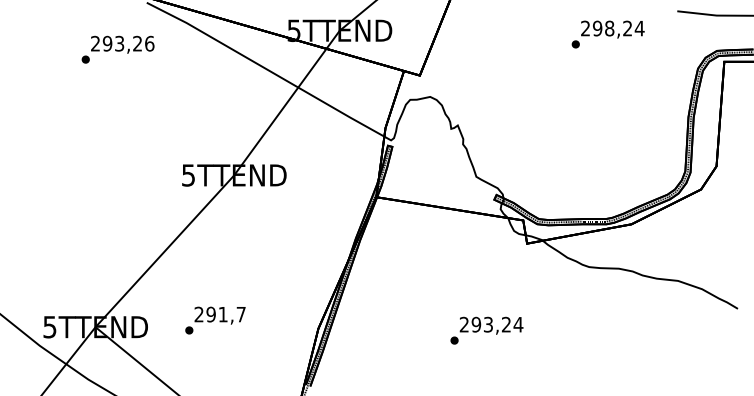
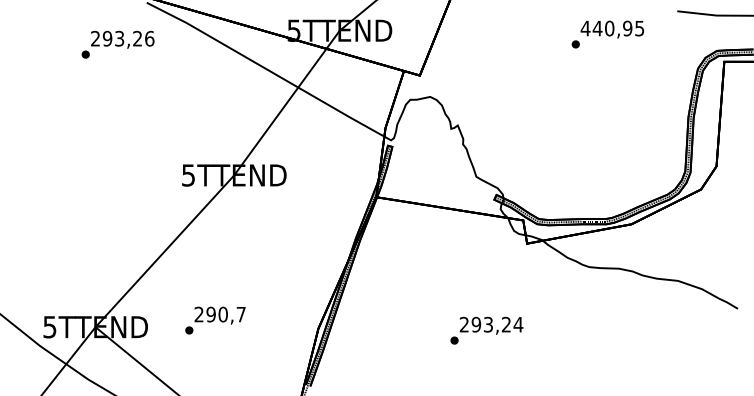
text at (612, 28): 298,24 -> 440,95
text at (117, 49) position: (117, 49) -> (117, 44)
text at (222, 314): 291,7 -> 290,7
